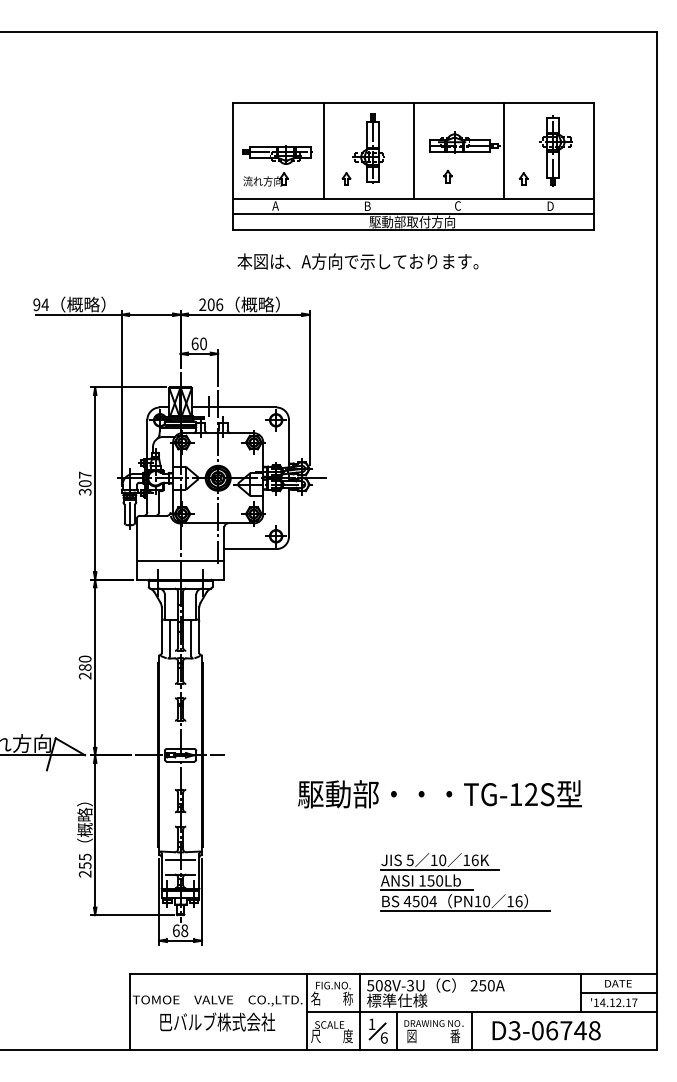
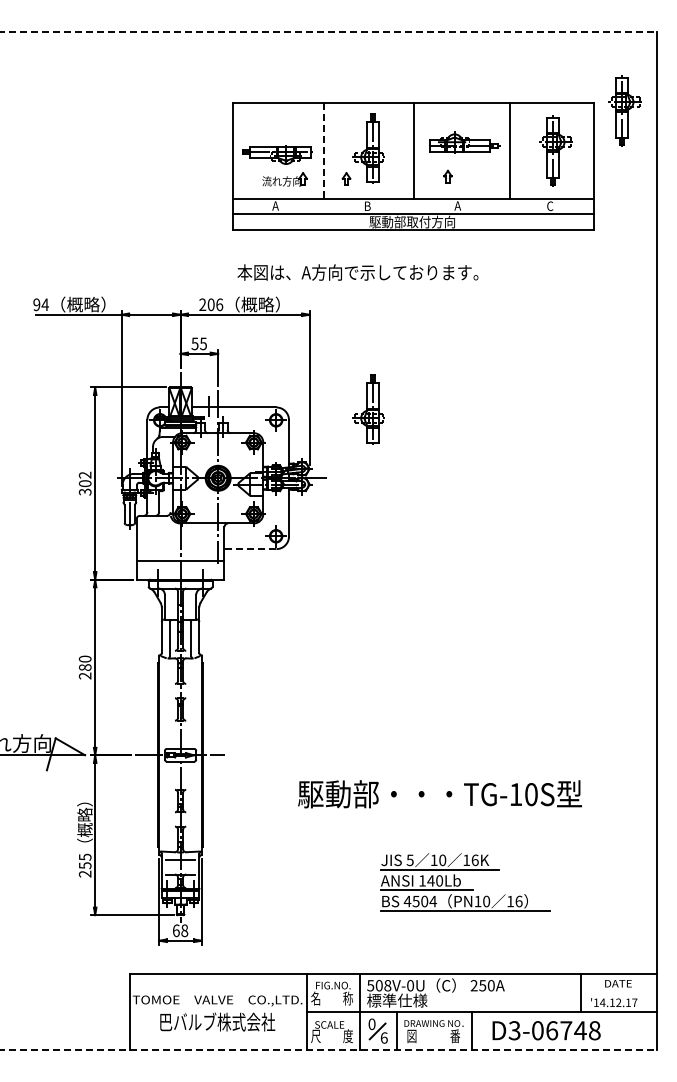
line at (328, 32): solid -> dashed
part at (624, 110): none -> present
line at (323, 150): solid -> dashed
line at (504, 150) position: (504, 150) -> (510, 150)
part at (523, 178): present -> none
part at (265, 179) position: (265, 179) -> (284, 179)
text at (457, 205): C -> A
text at (550, 206): D -> C
text at (357, 261) position: (357, 261) -> (357, 272)
text at (198, 343): 60 -> 55
part at (368, 409): none -> present
text at (84, 474): 307 -> 302
line at (249, 549): solid -> dashed
text at (531, 794): TG-12S -> TG-10S
text at (430, 880): 150Lb -> 140Lb
text at (410, 985): 508V-3U -> 508V-0U
line at (618, 993): present -> none
text at (371, 1024): 1 -> 0
line at (328, 1049): solid -> dashed
